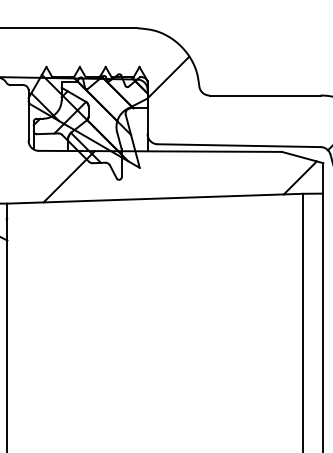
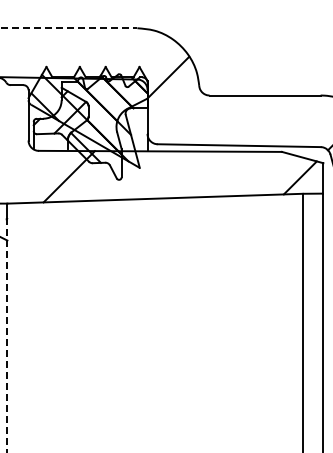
line at (69, 28): solid -> dashed
line at (7, 336): solid -> dashed
